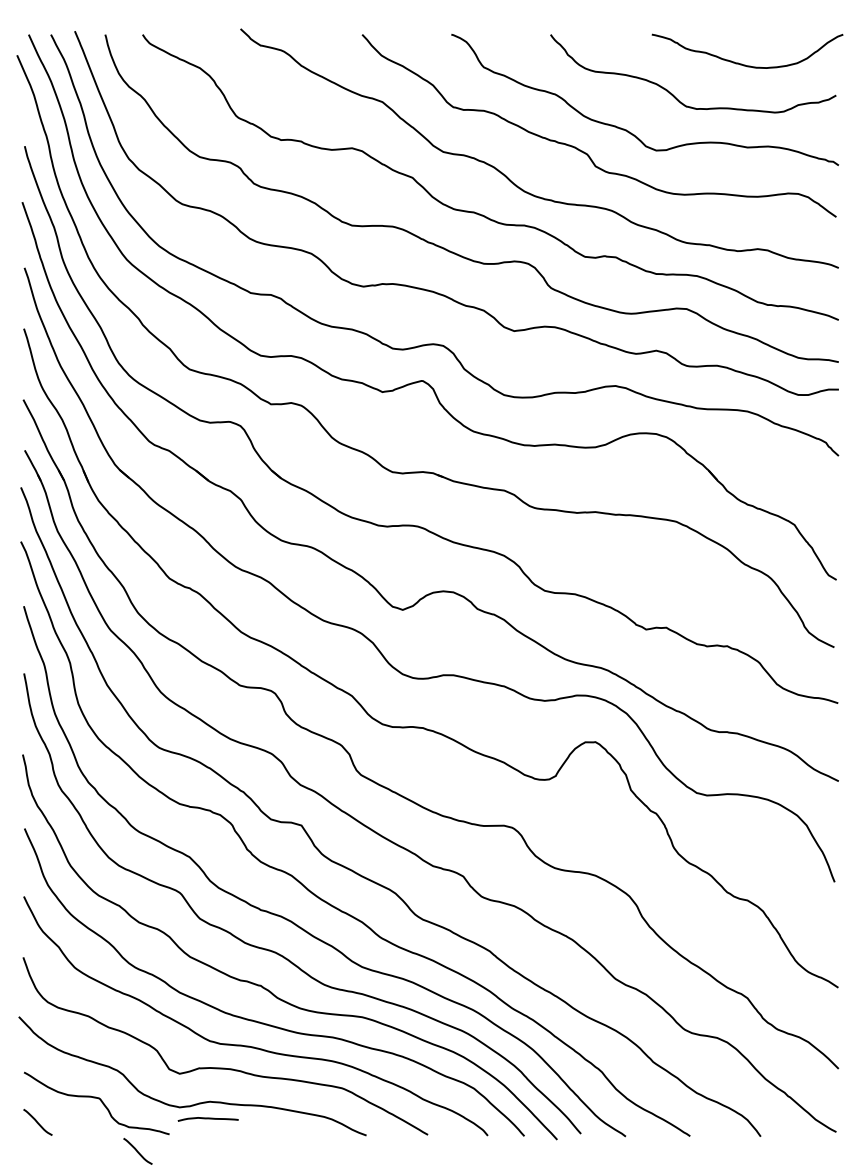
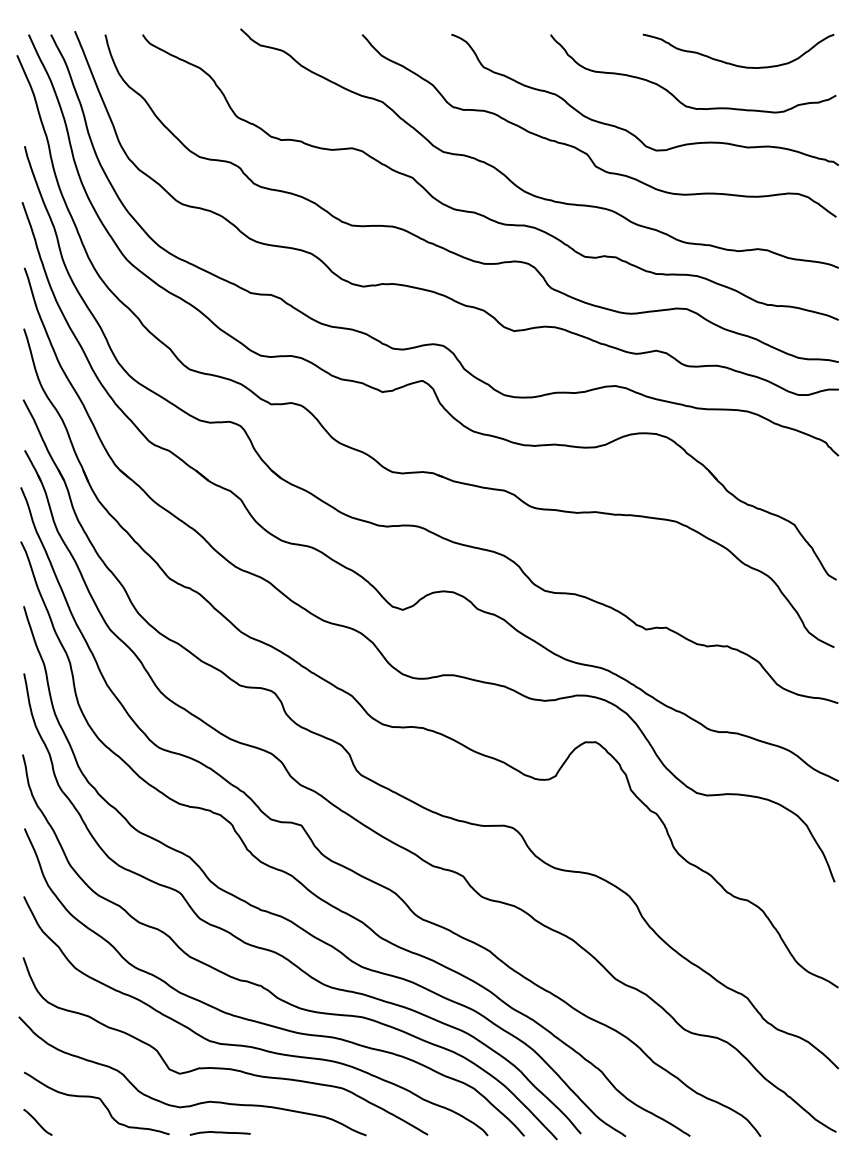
curve at (745, 64) position: (745, 64) -> (736, 64)
curve at (207, 1119) position: (207, 1119) -> (219, 1133)
curve at (137, 1151): present -> none
